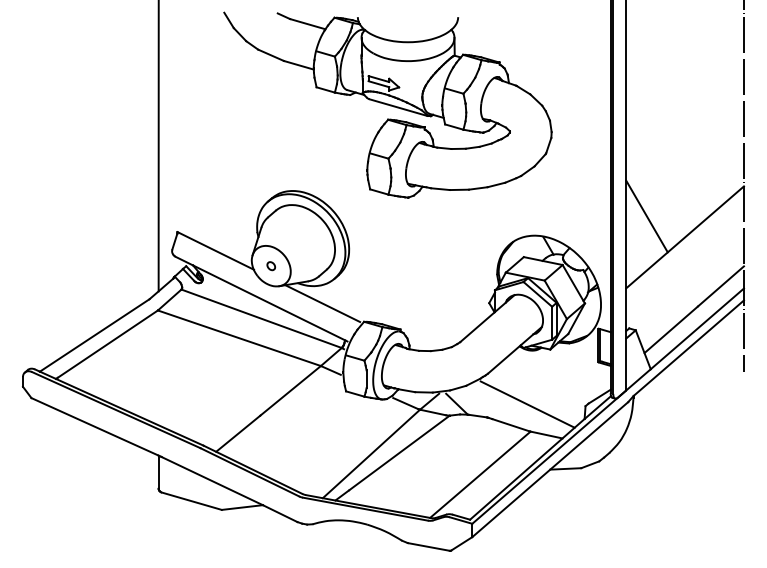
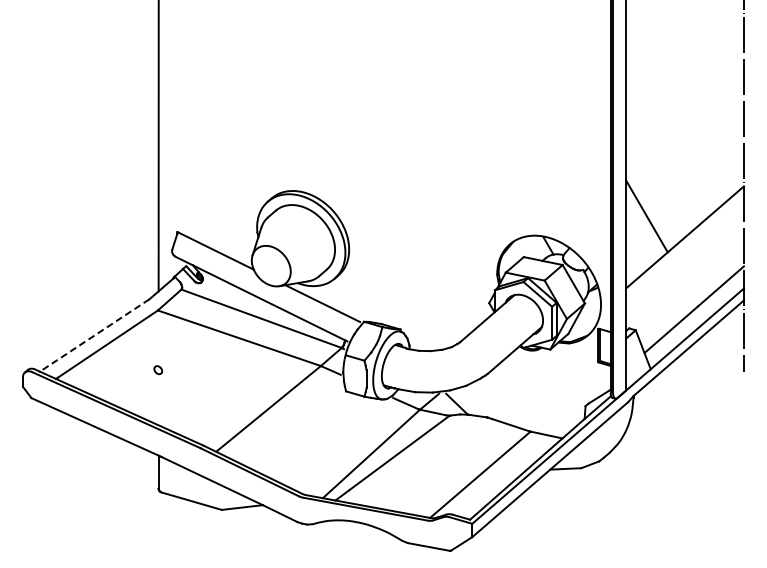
part at (387, 104): present -> none
part at (271, 266) position: (271, 266) -> (158, 370)
line at (94, 335): solid -> dashed
line at (527, 404): present -> none
